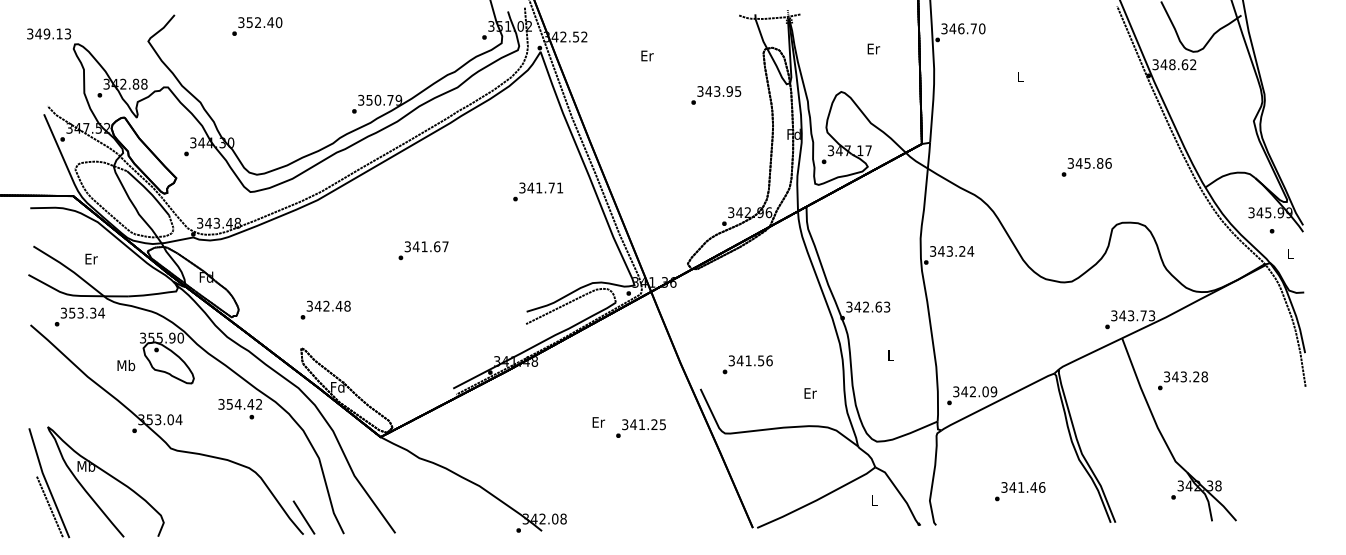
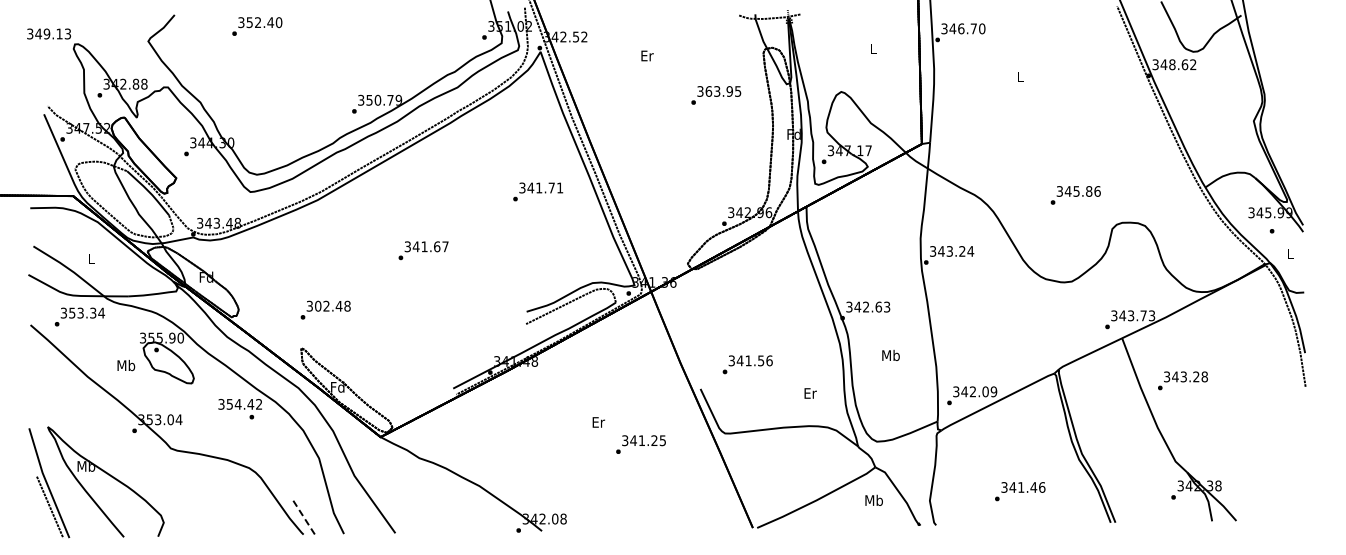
text at (873, 48): Er -> L
text at (708, 91): 343.95 -> 363.95
text at (1086, 167) position: (1086, 167) -> (1075, 195)
text at (91, 258): Er -> L
text at (317, 305): 342.48 -> 302.48
text at (890, 354): L -> Mb
text at (640, 428) position: (640, 428) -> (640, 444)
text at (873, 499): L -> Mb
line at (304, 517): solid -> dashed
